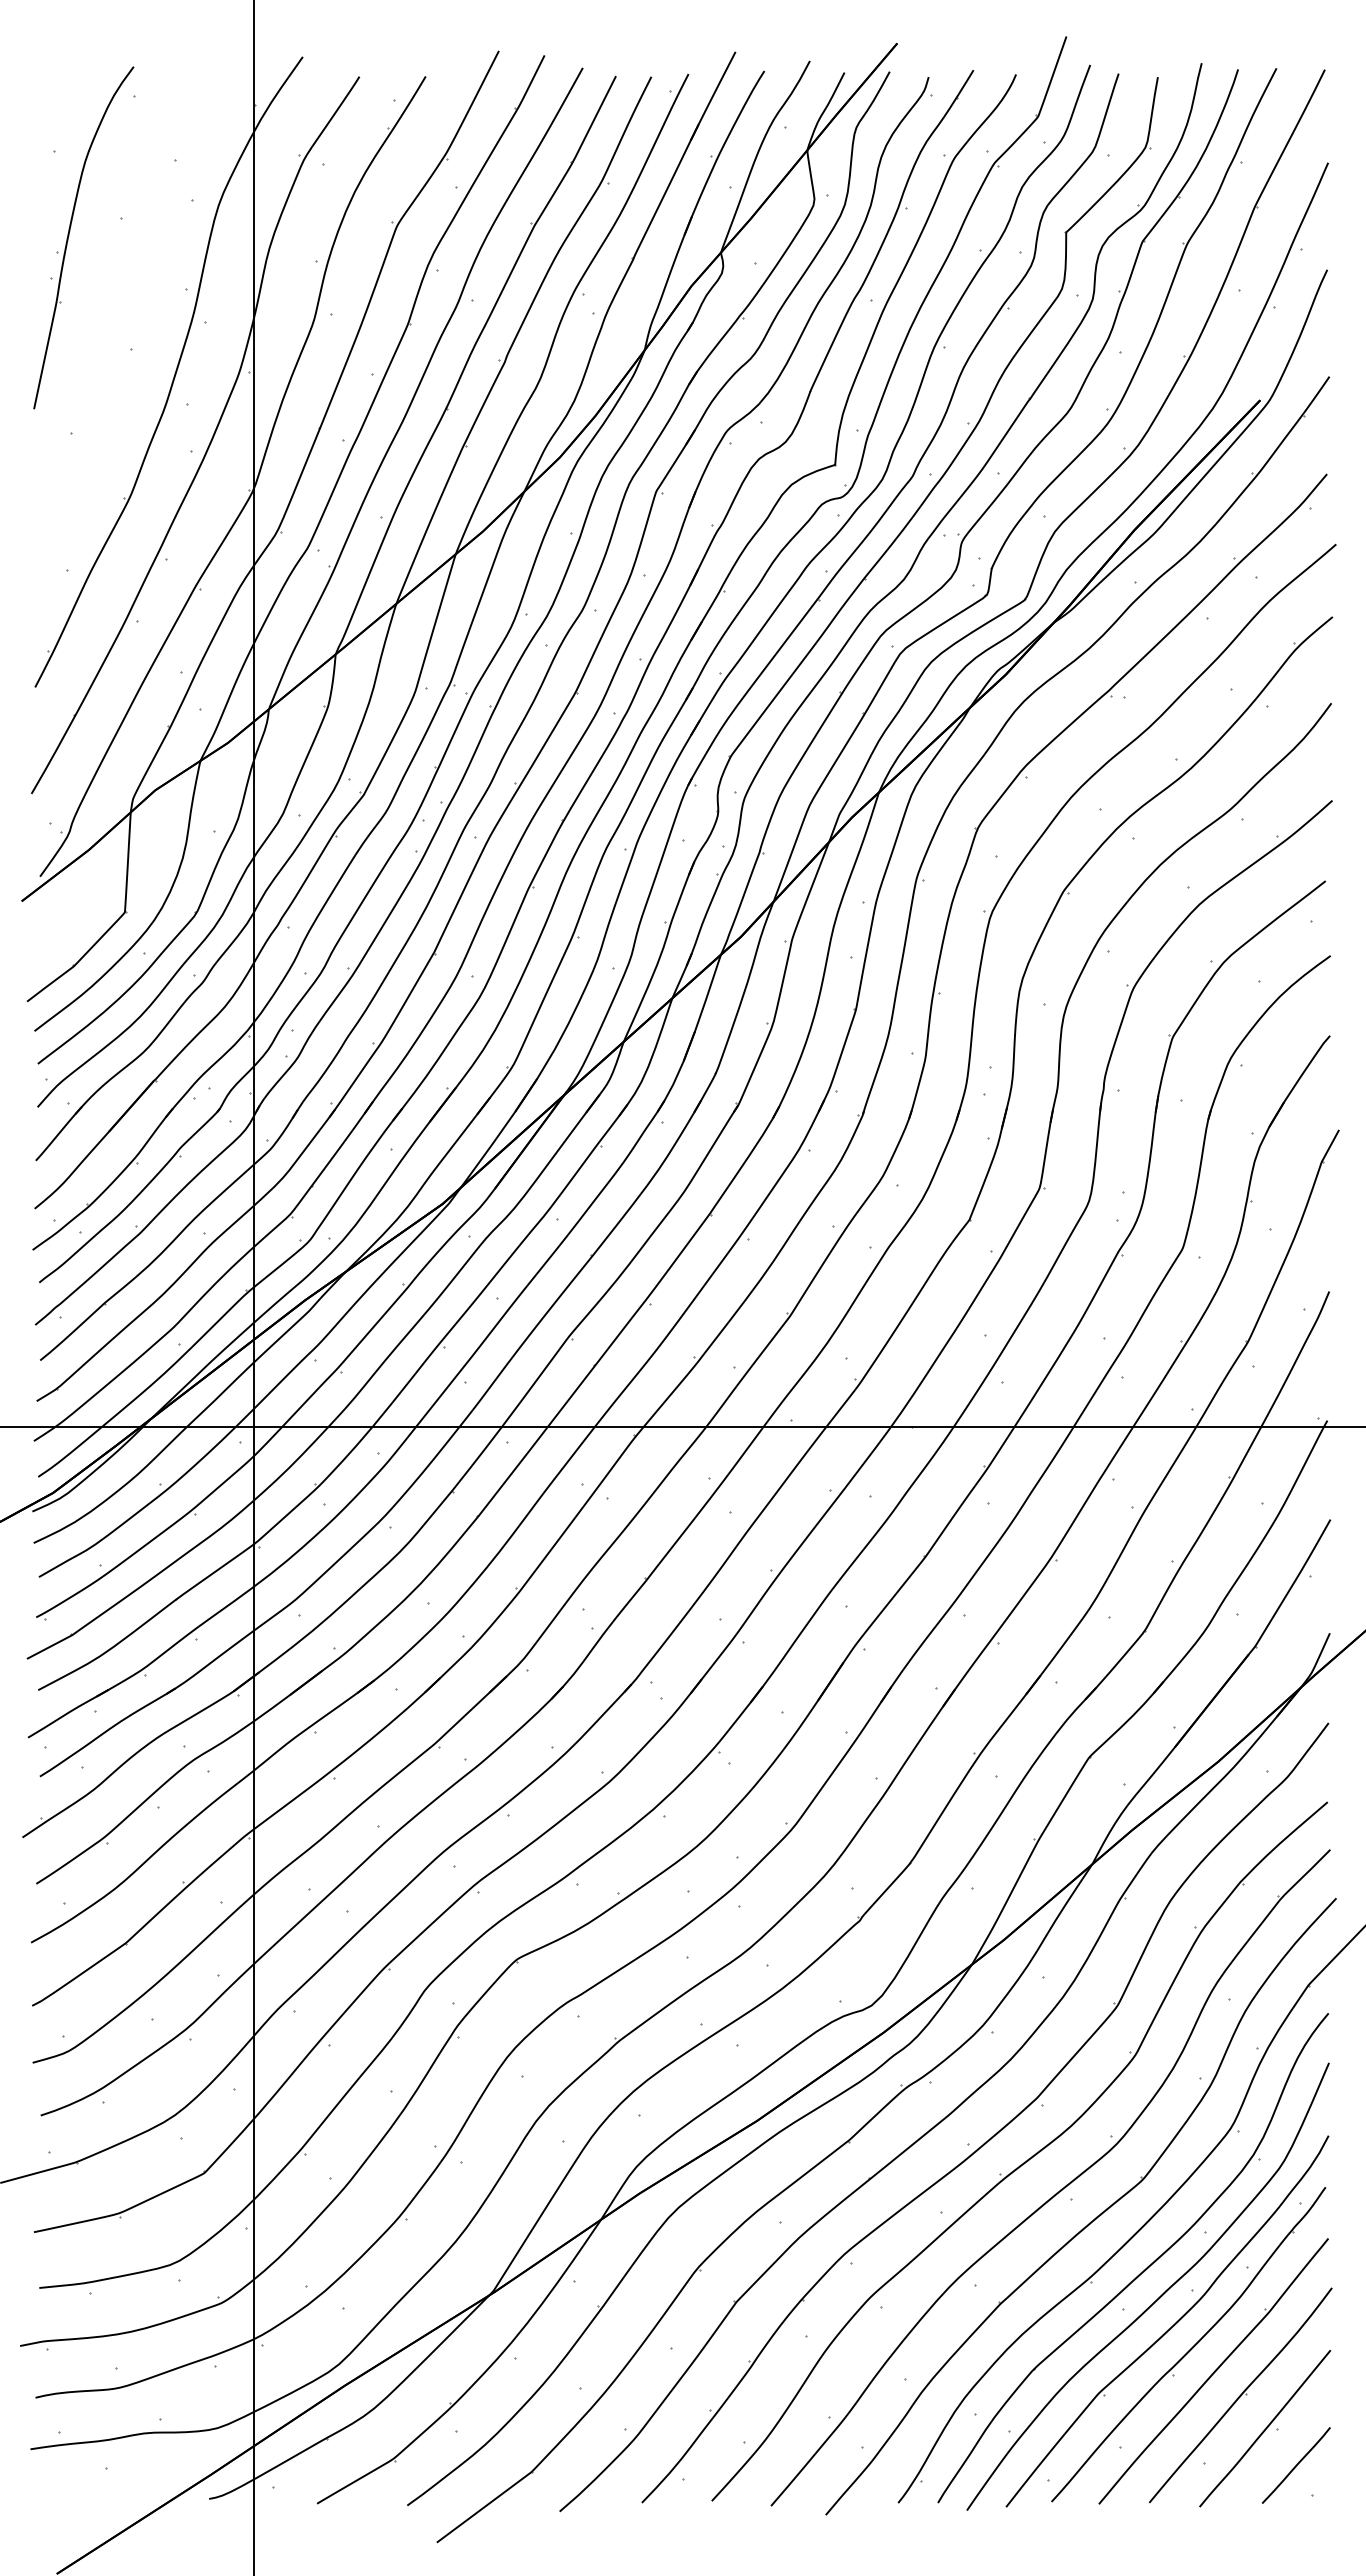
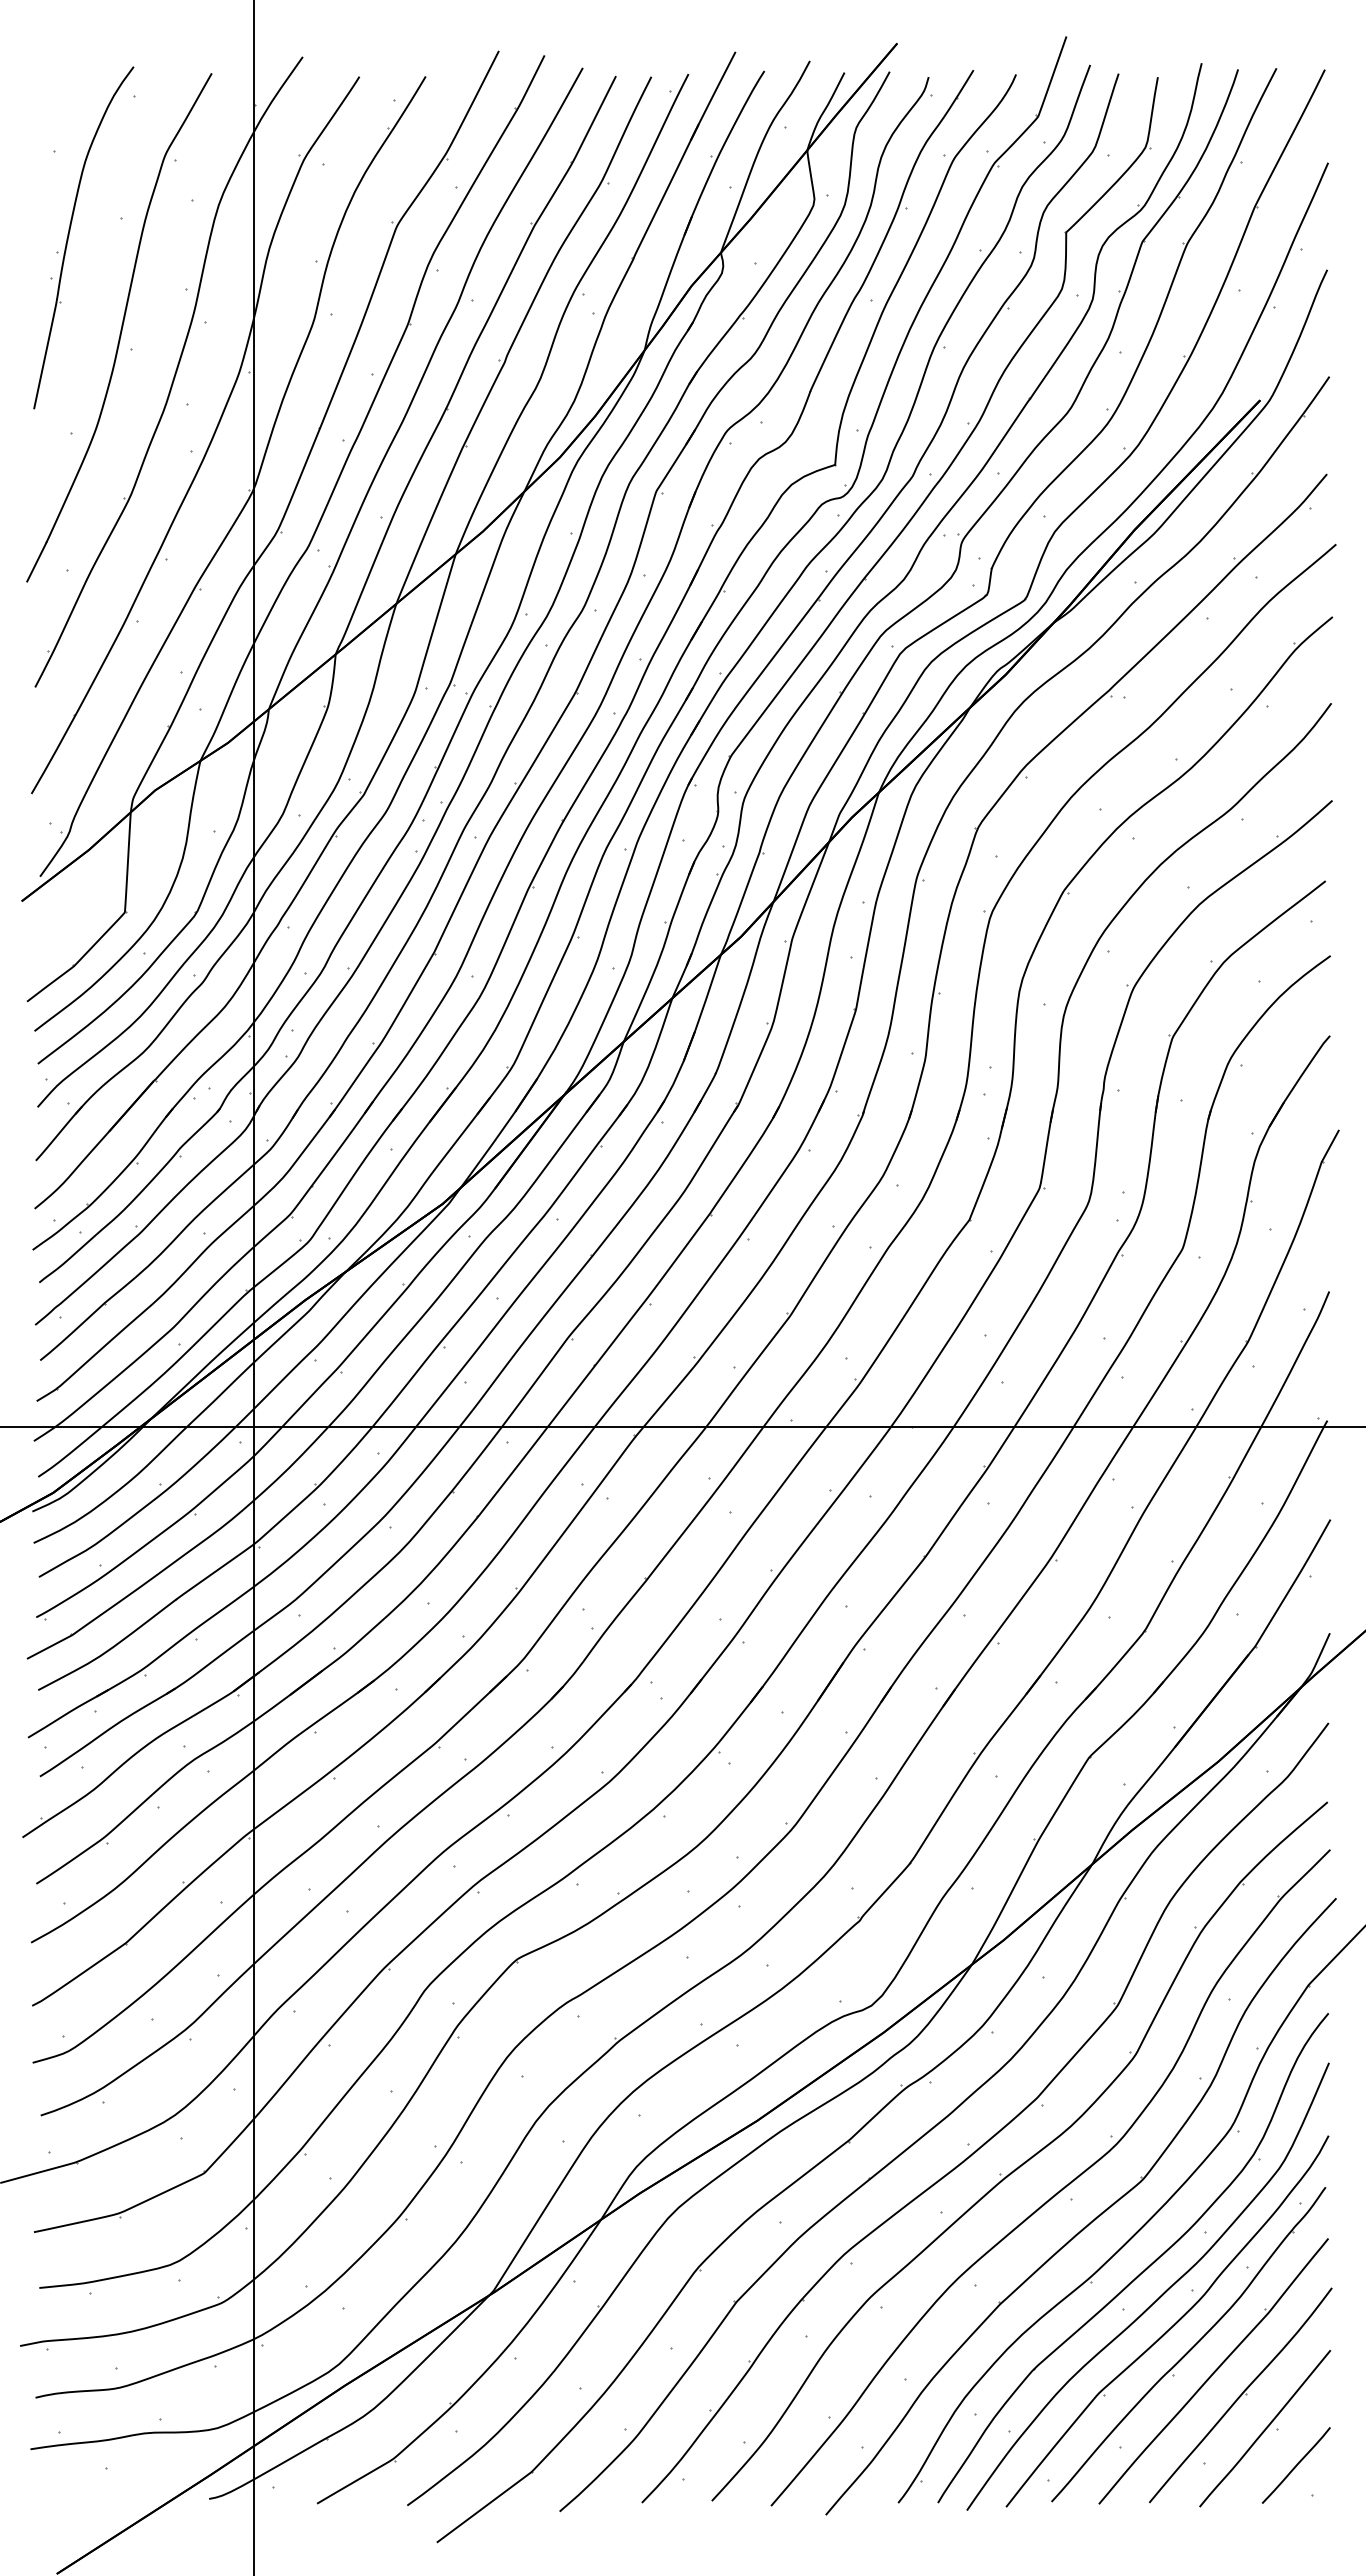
part at (119, 327): none -> present
